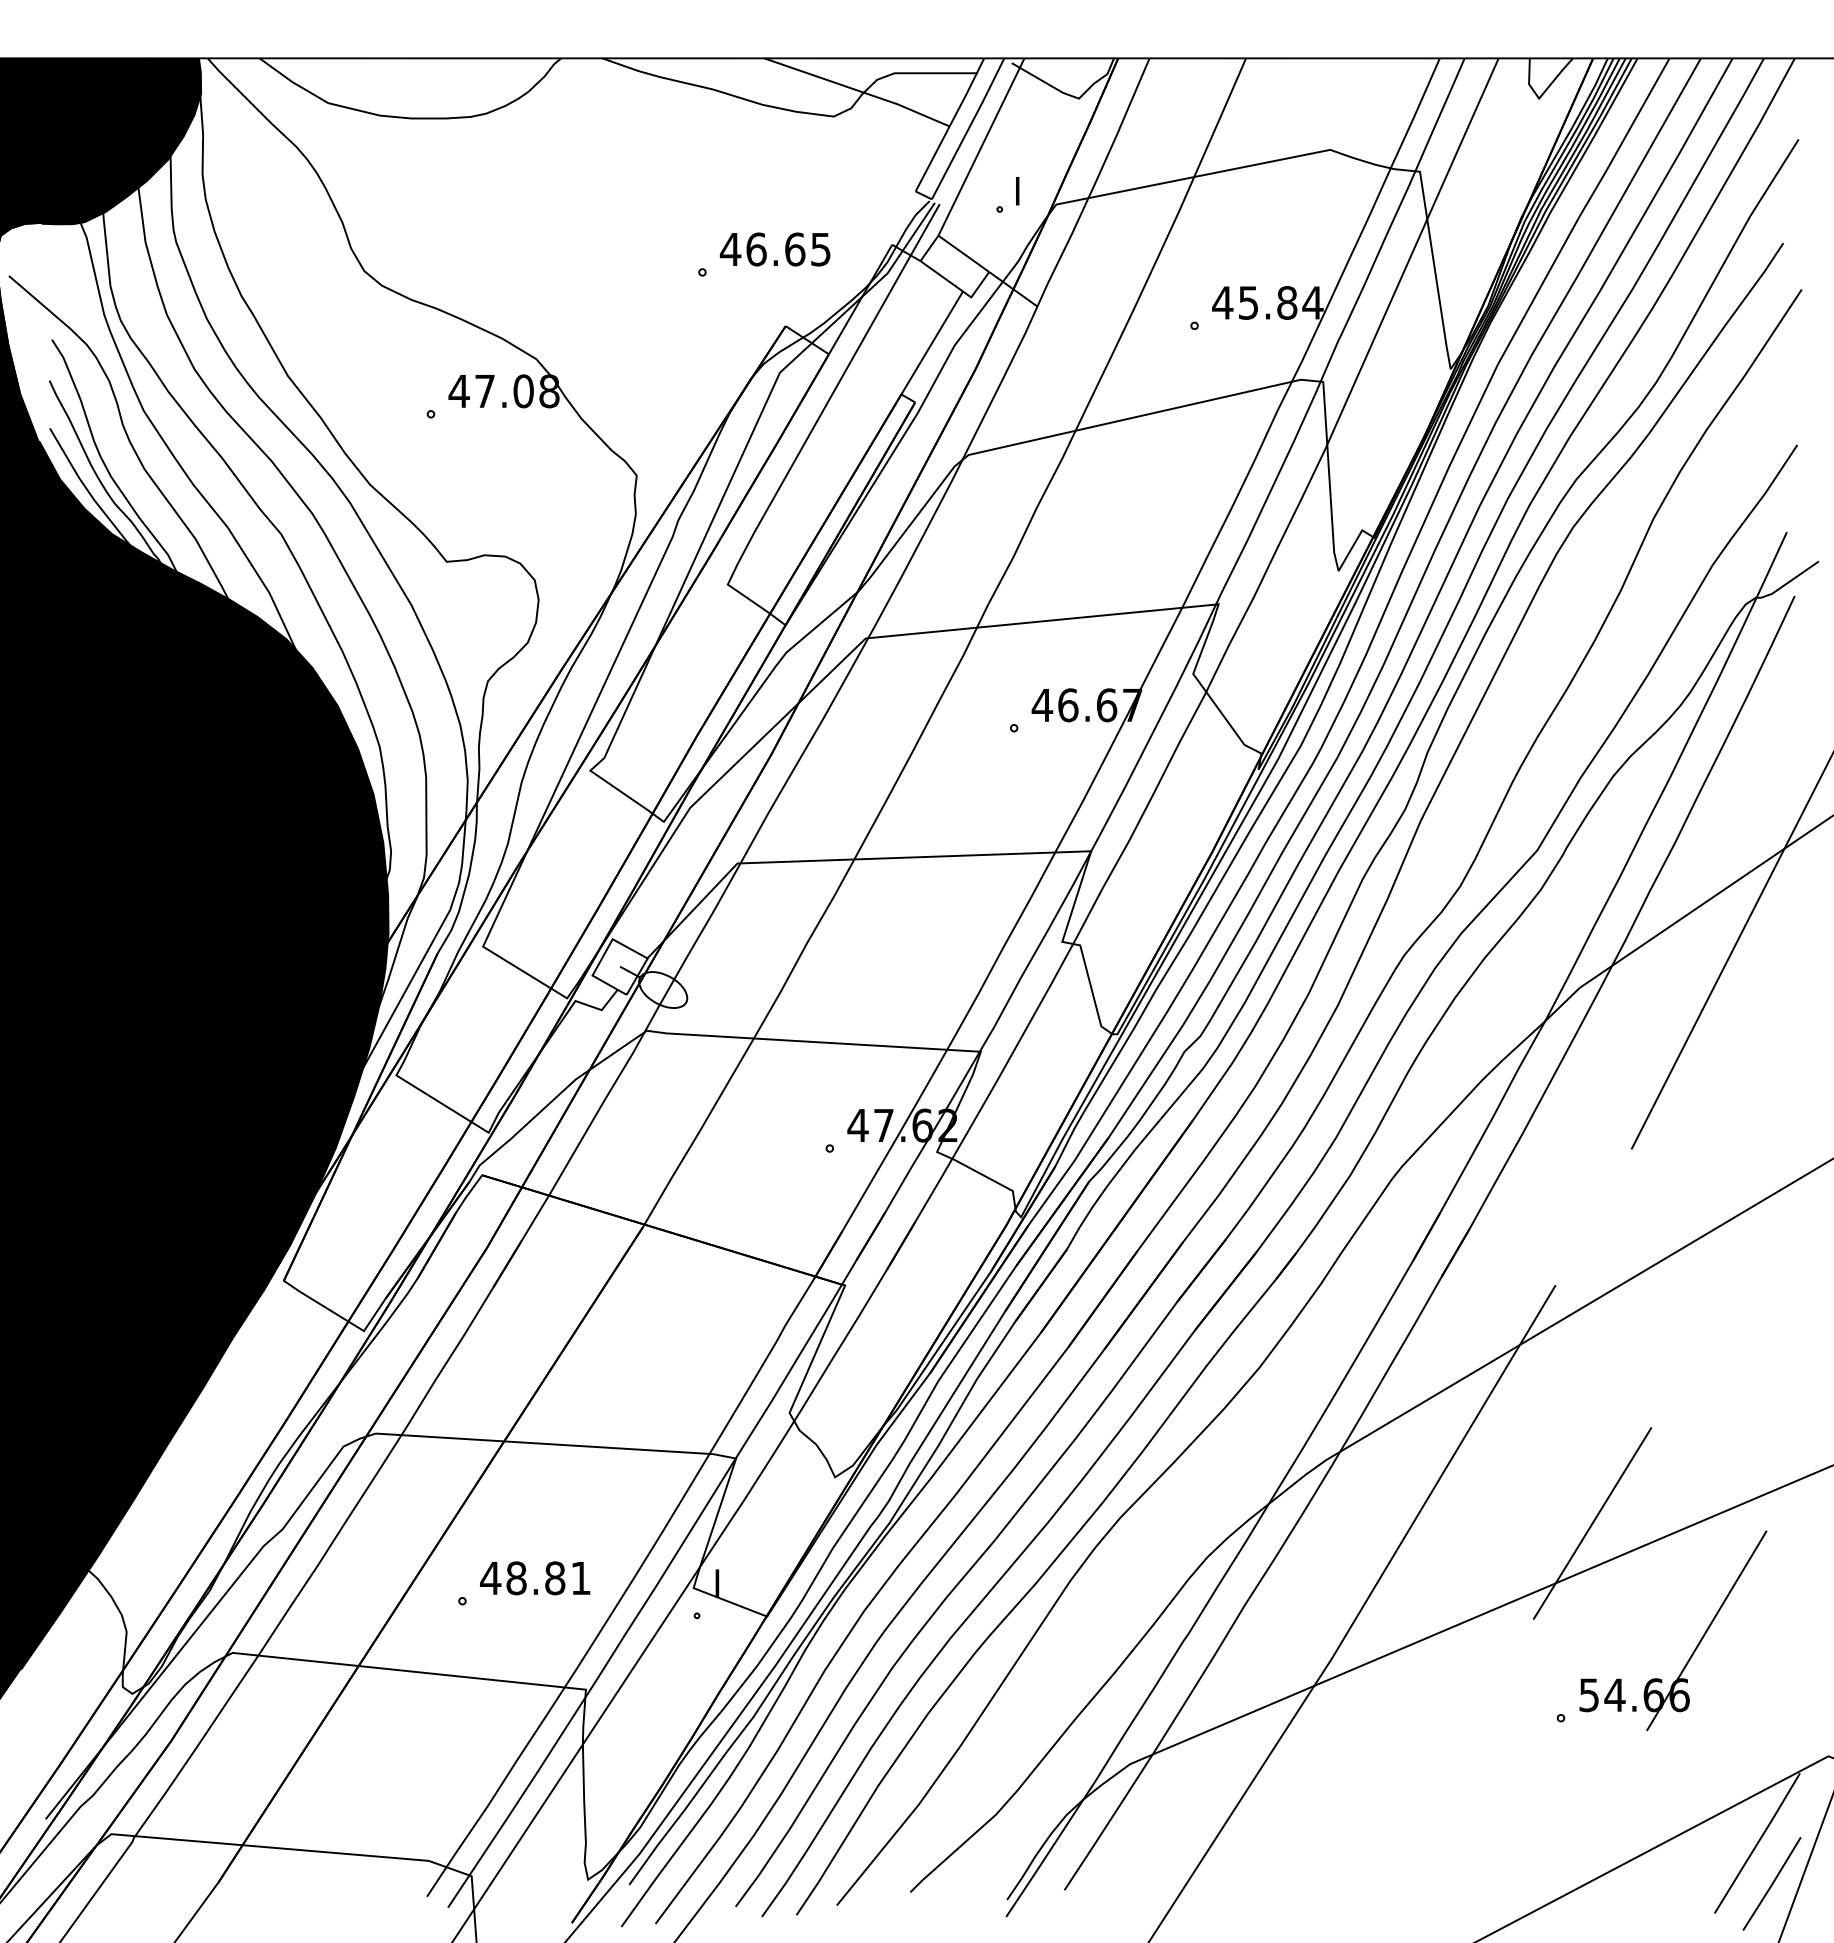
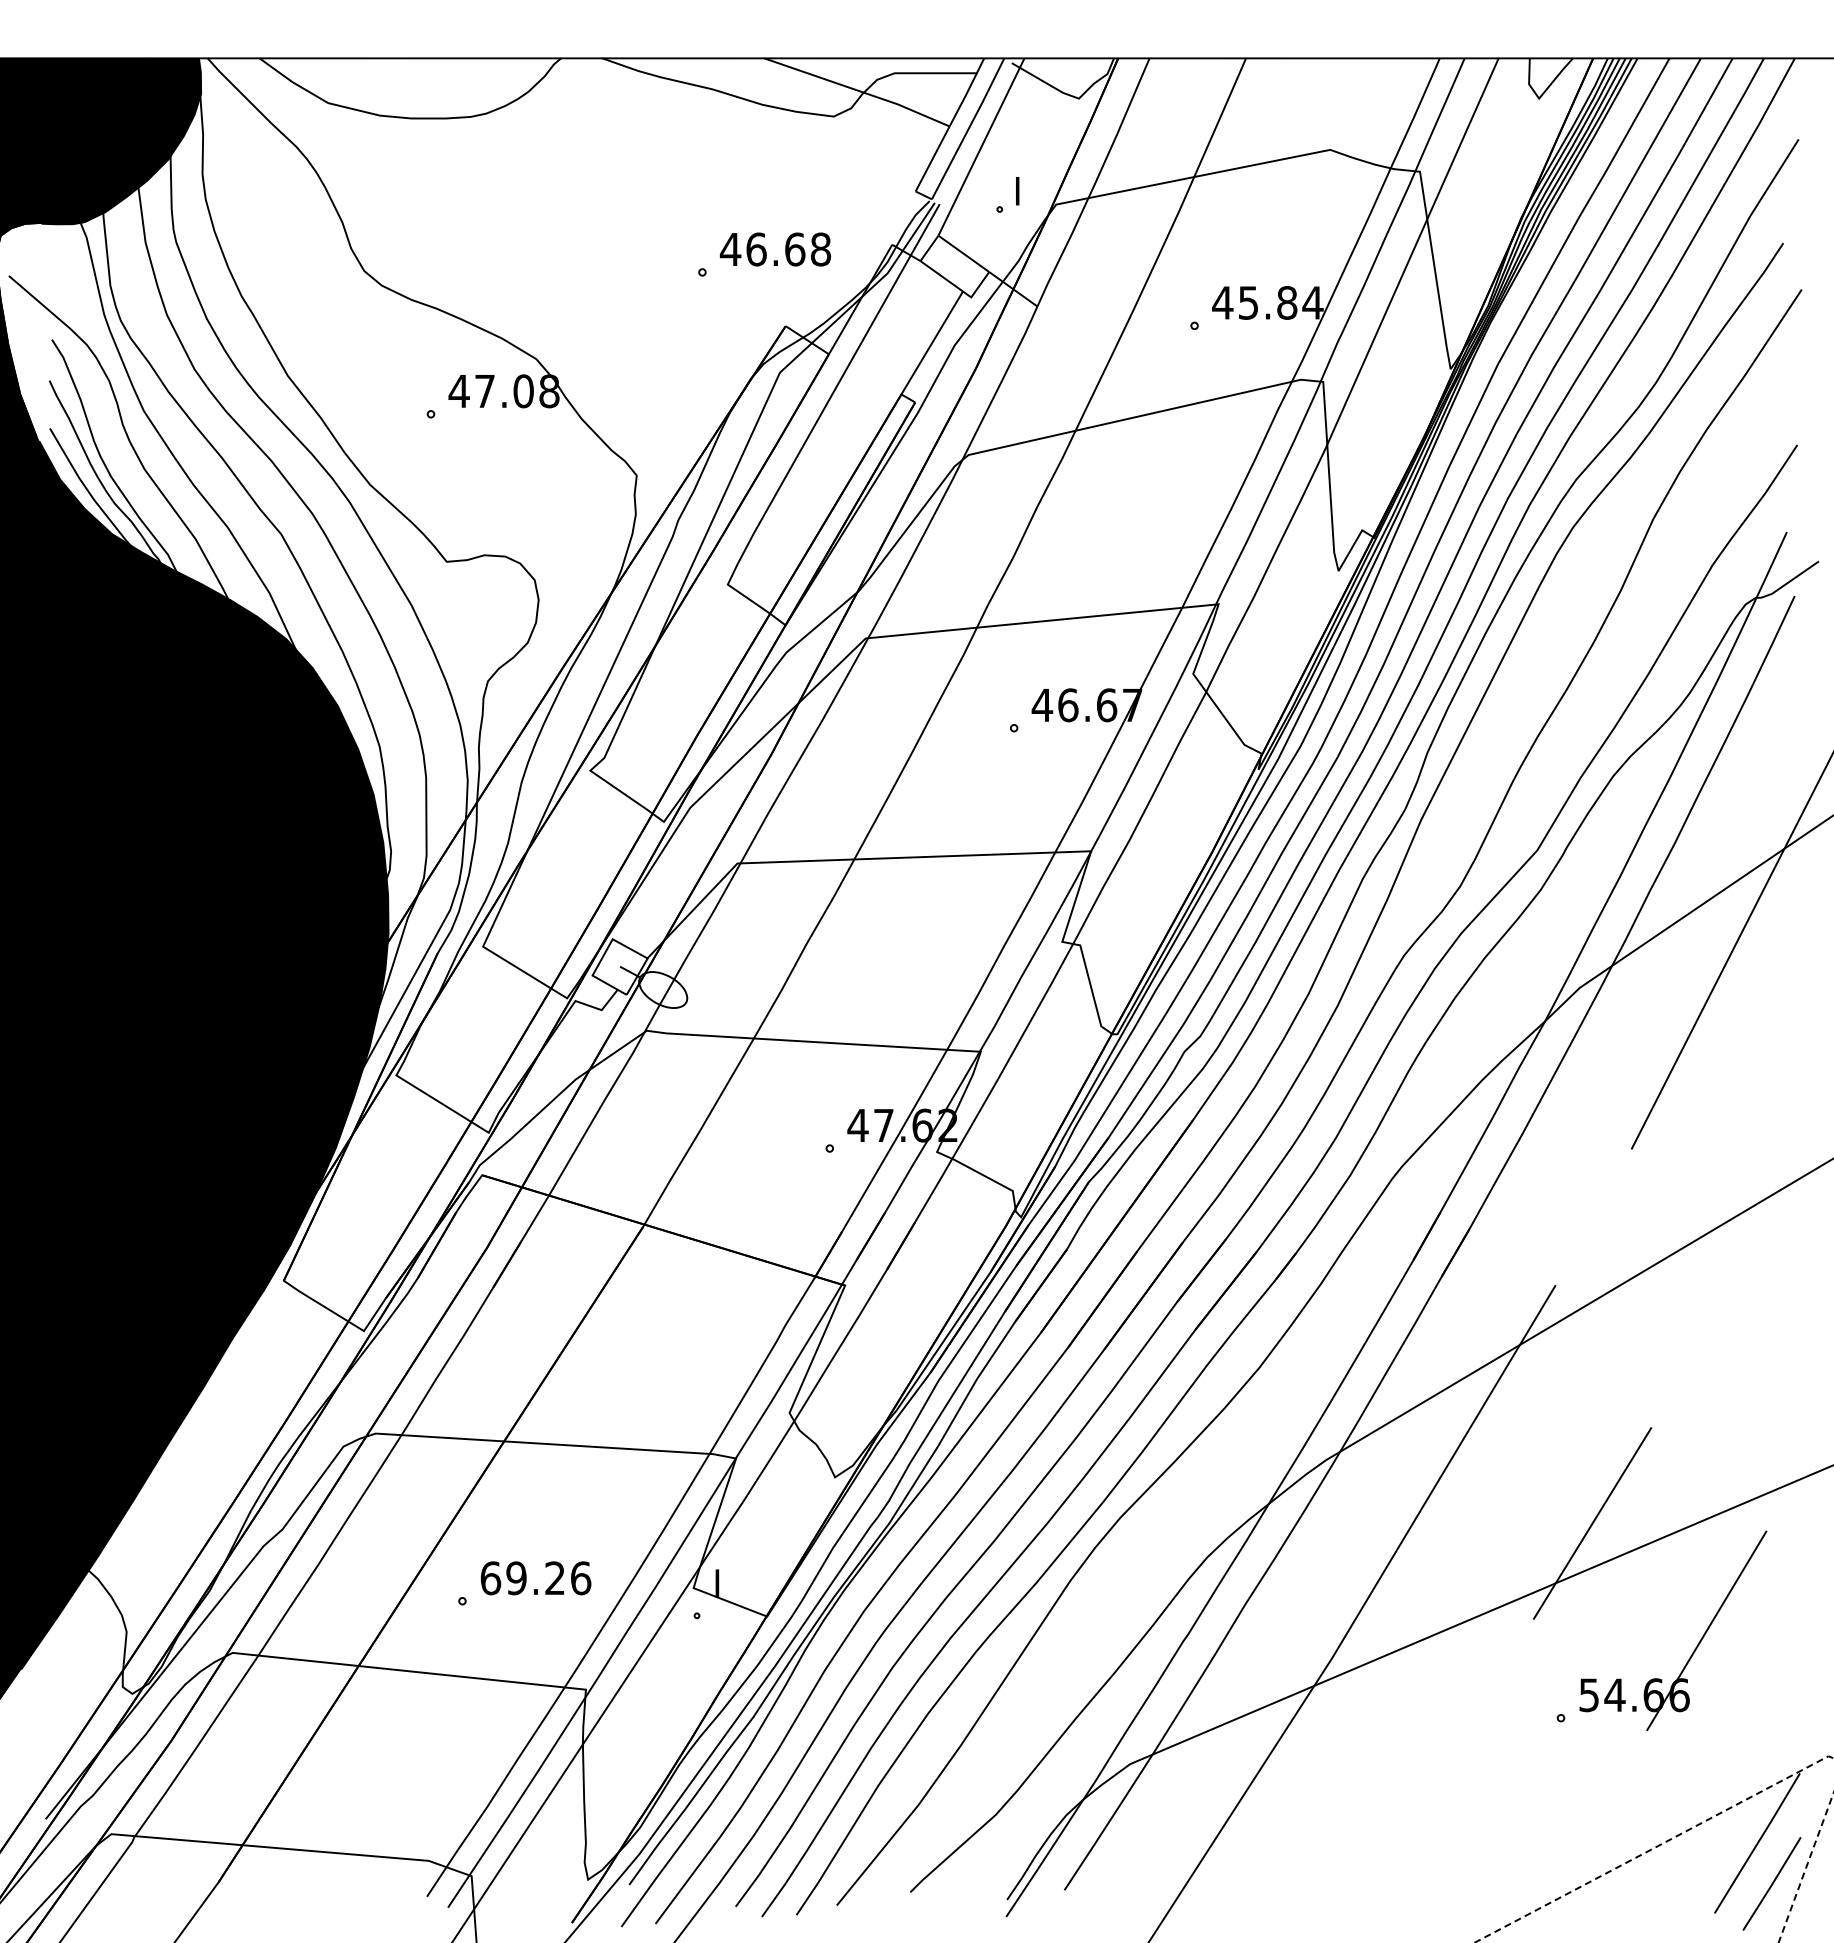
text at (820, 249): 46.65 -> 46.68
text at (535, 1578): 48.81 -> 69.26
line at (1725, 1810): solid -> dashed
